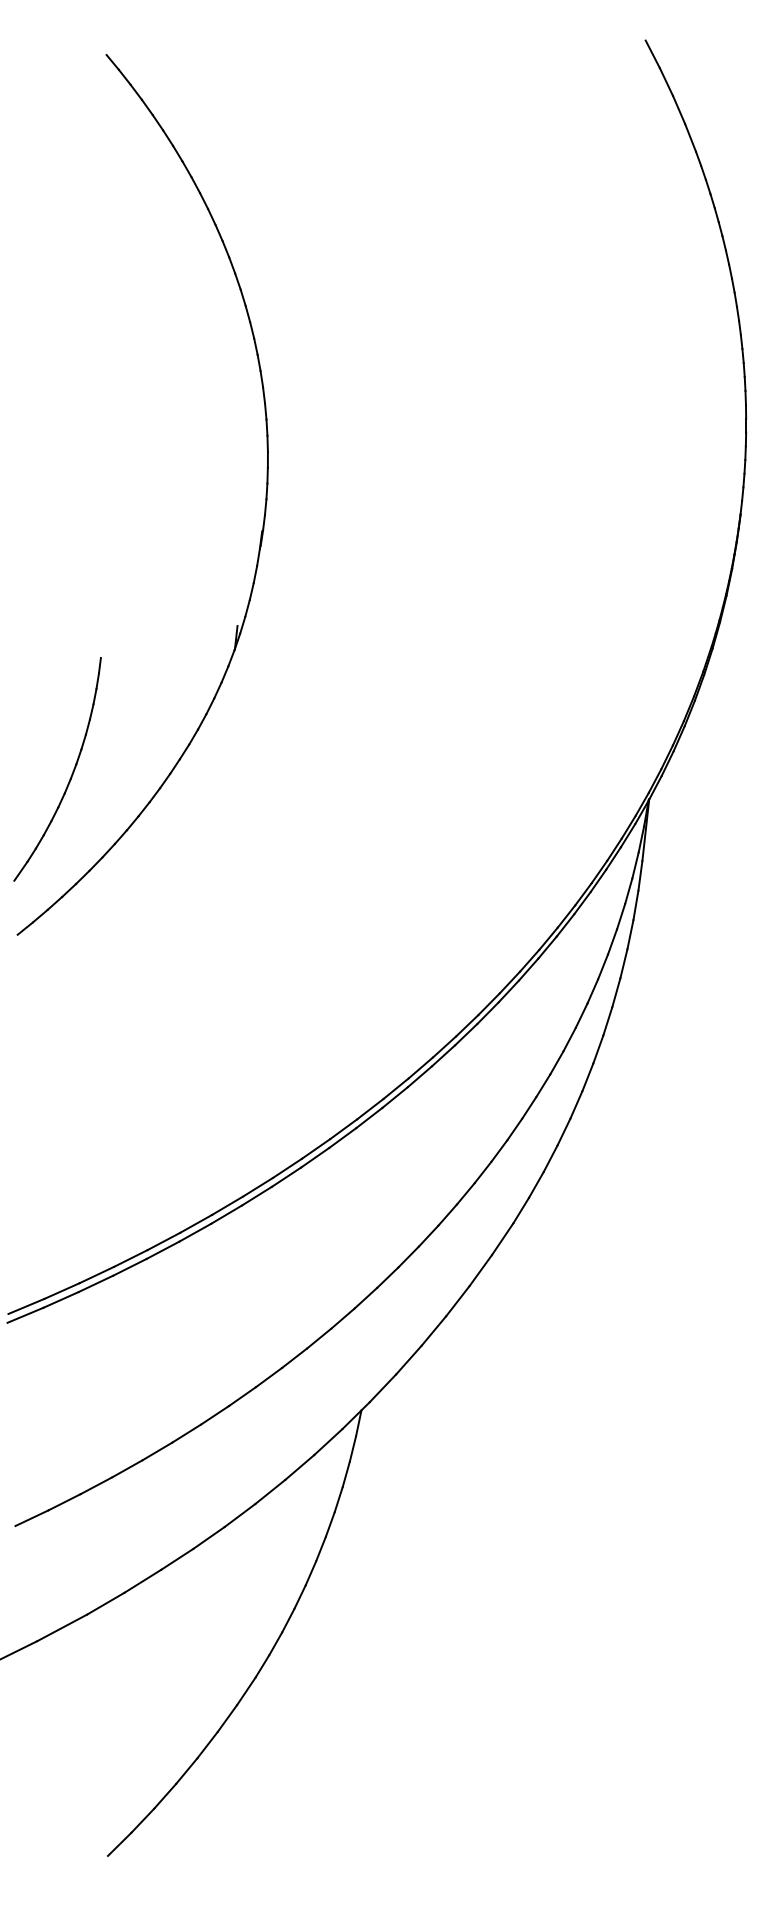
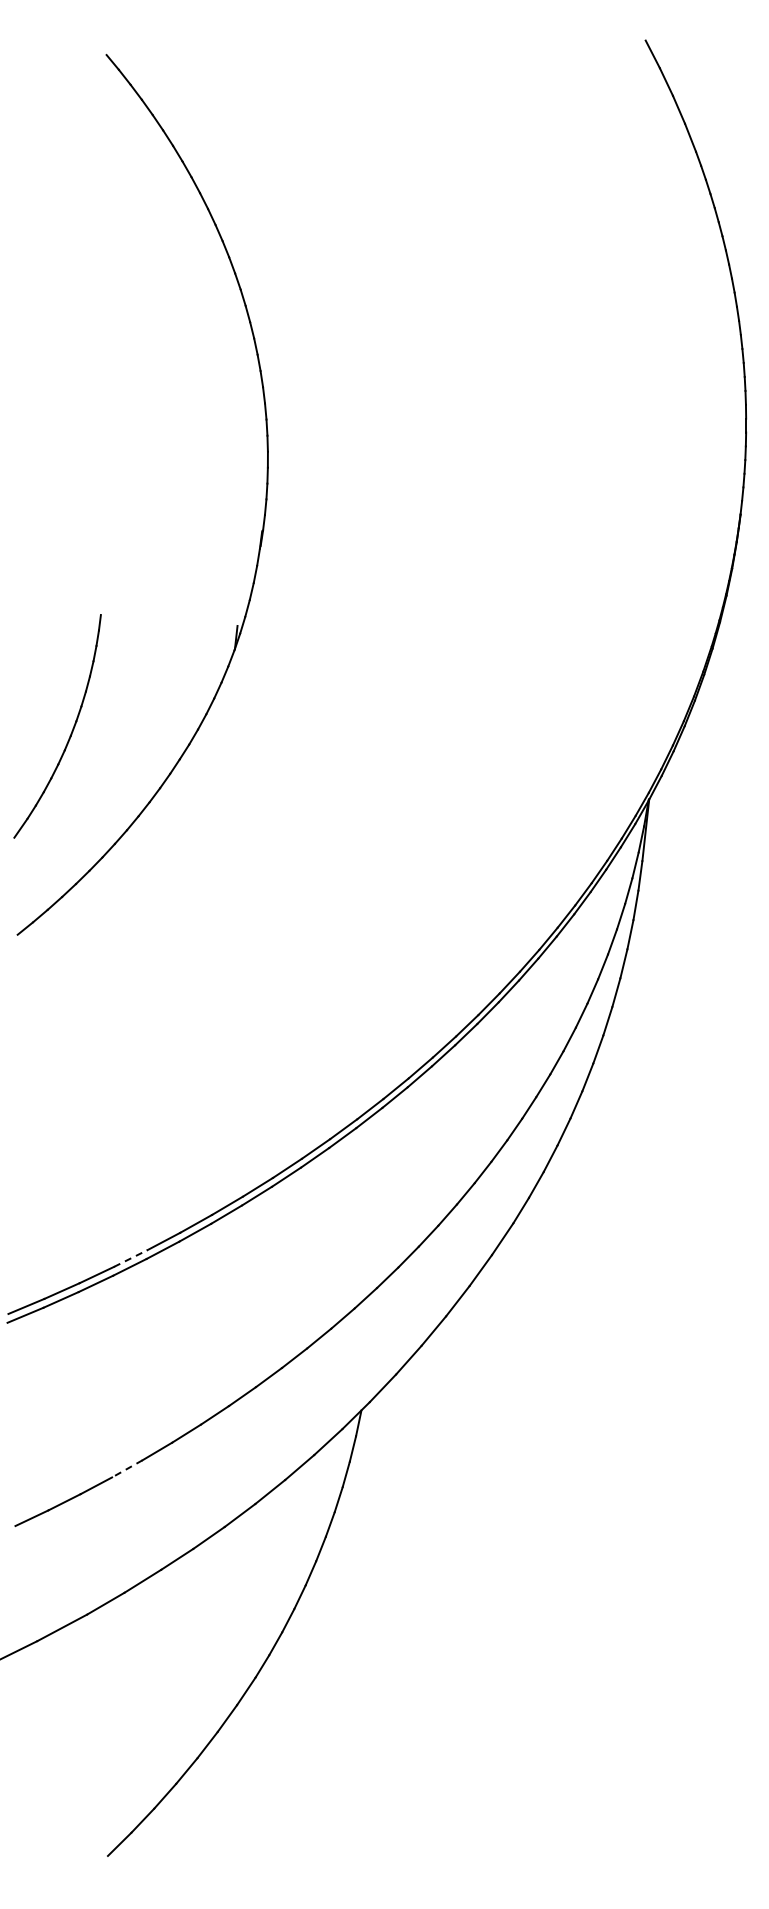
part at (71, 773) position: (71, 773) -> (71, 730)
line at (130, 1258): solid -> dashed
line at (127, 1468): solid -> dashed
